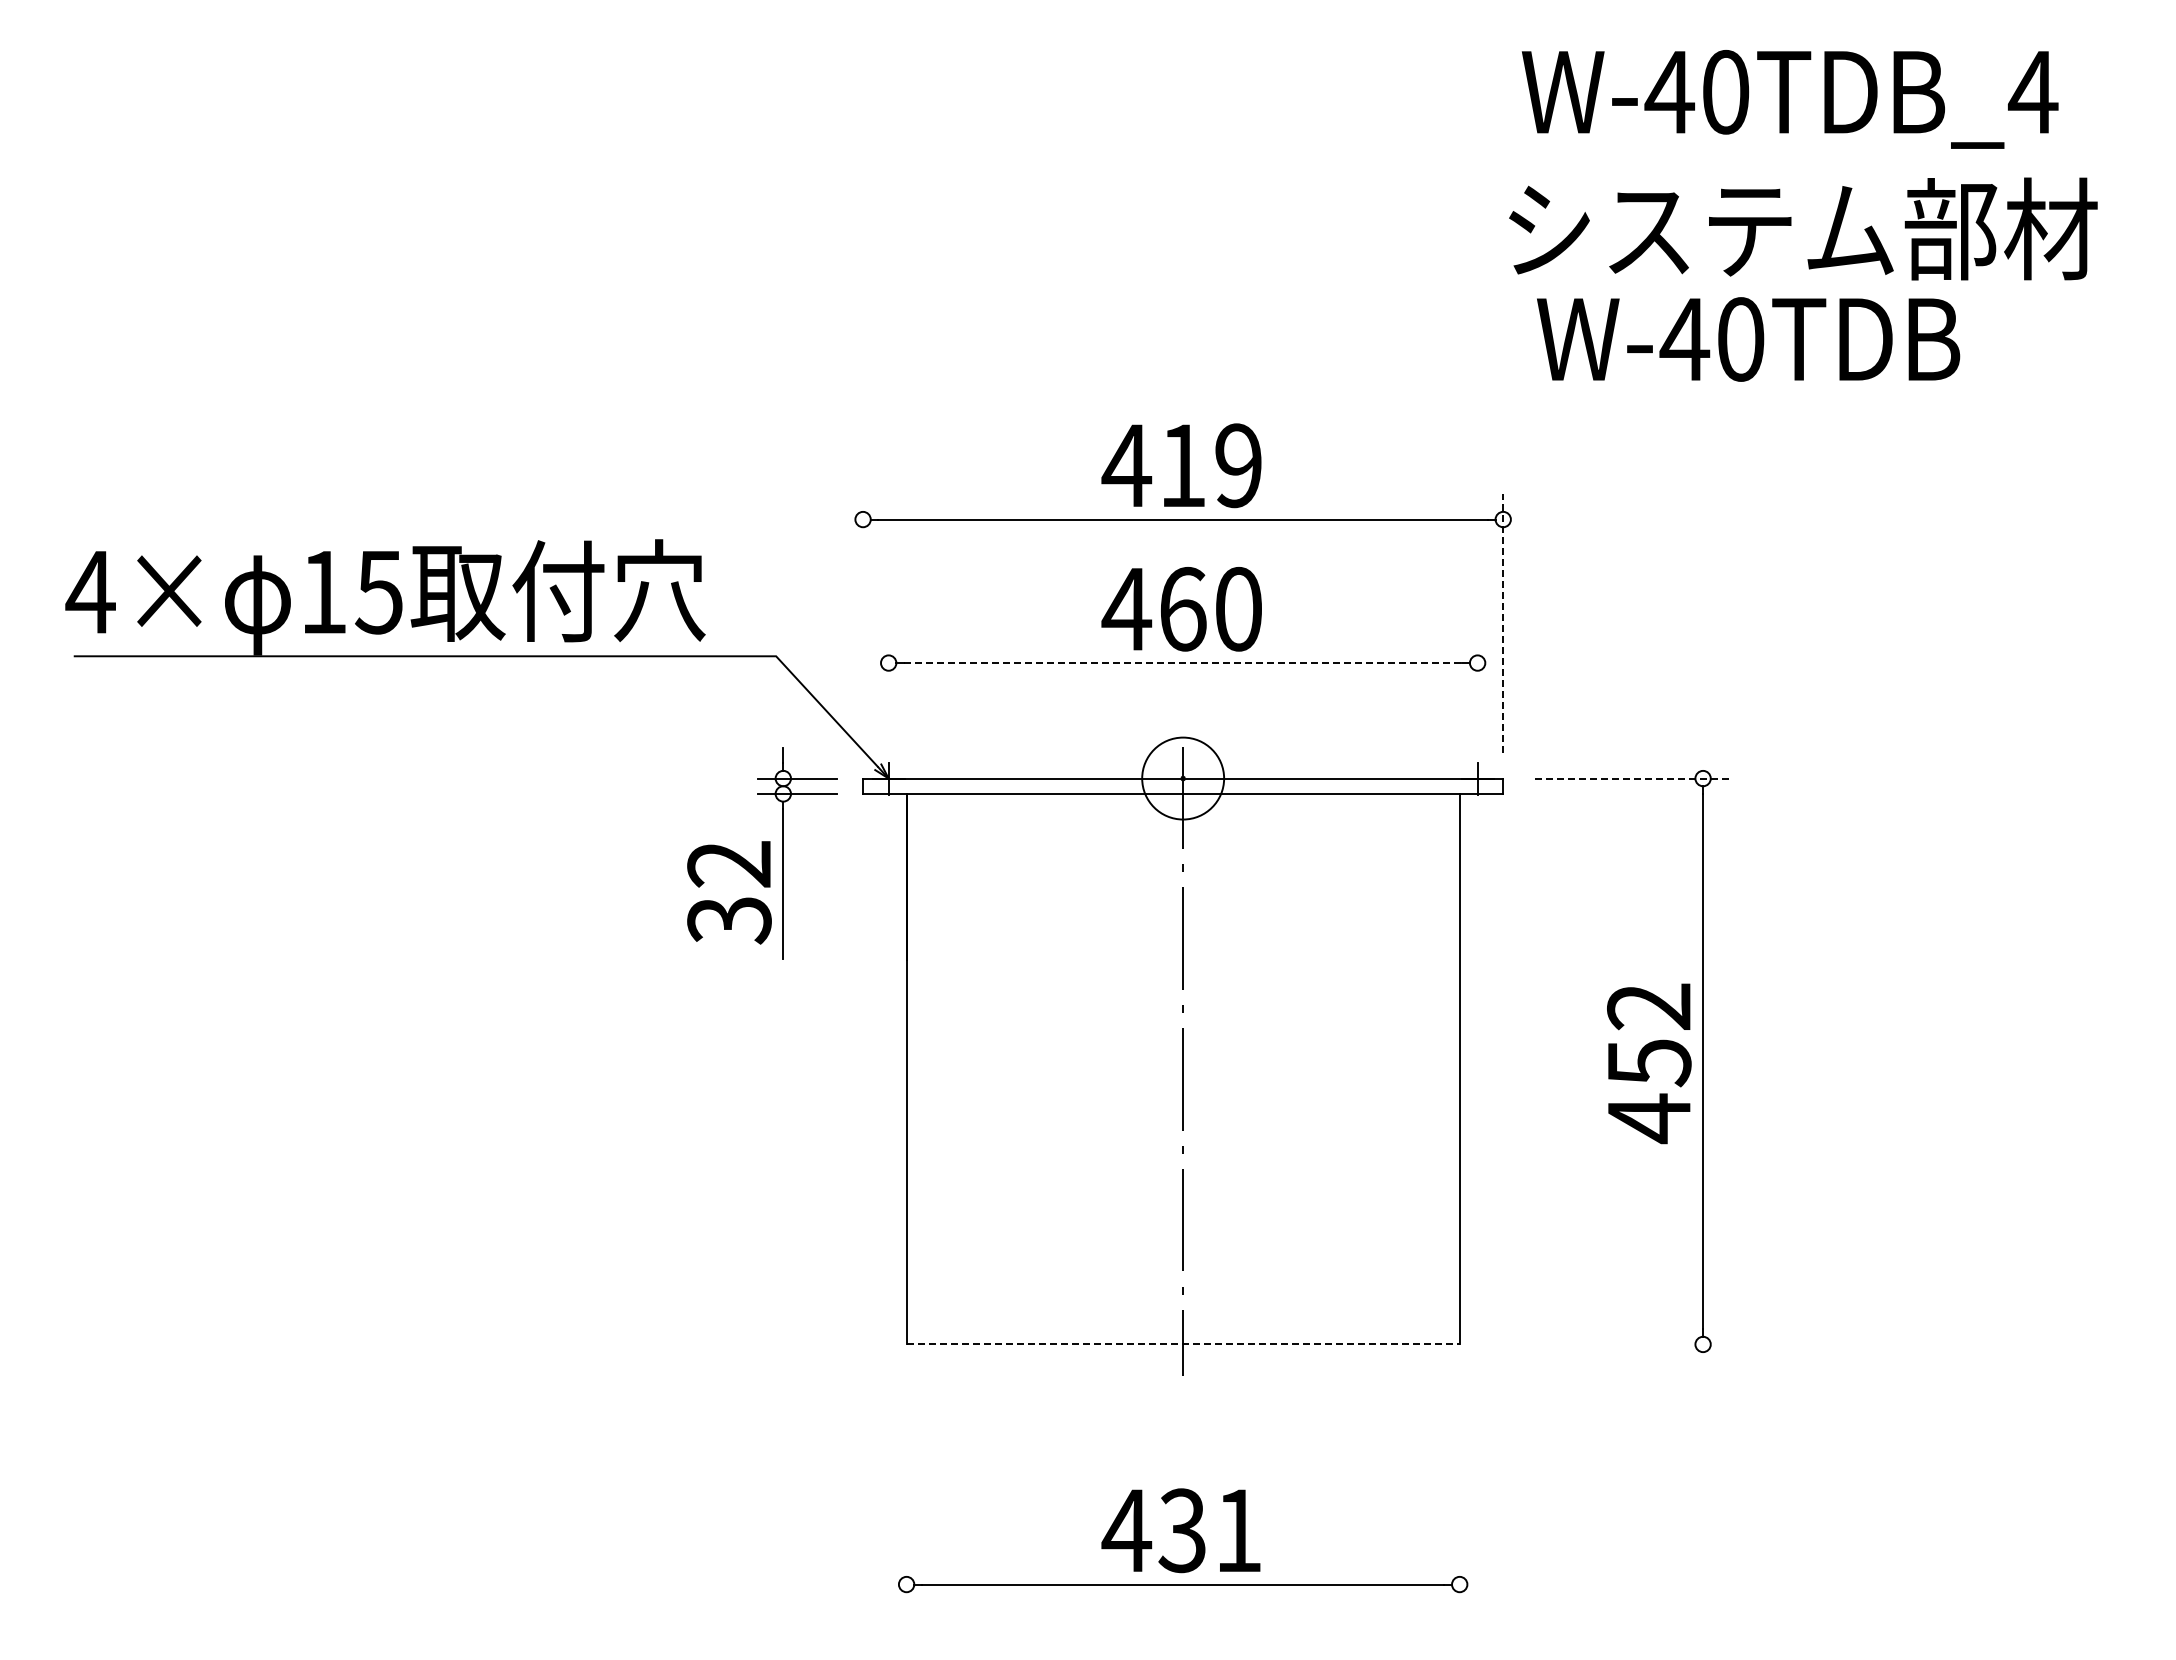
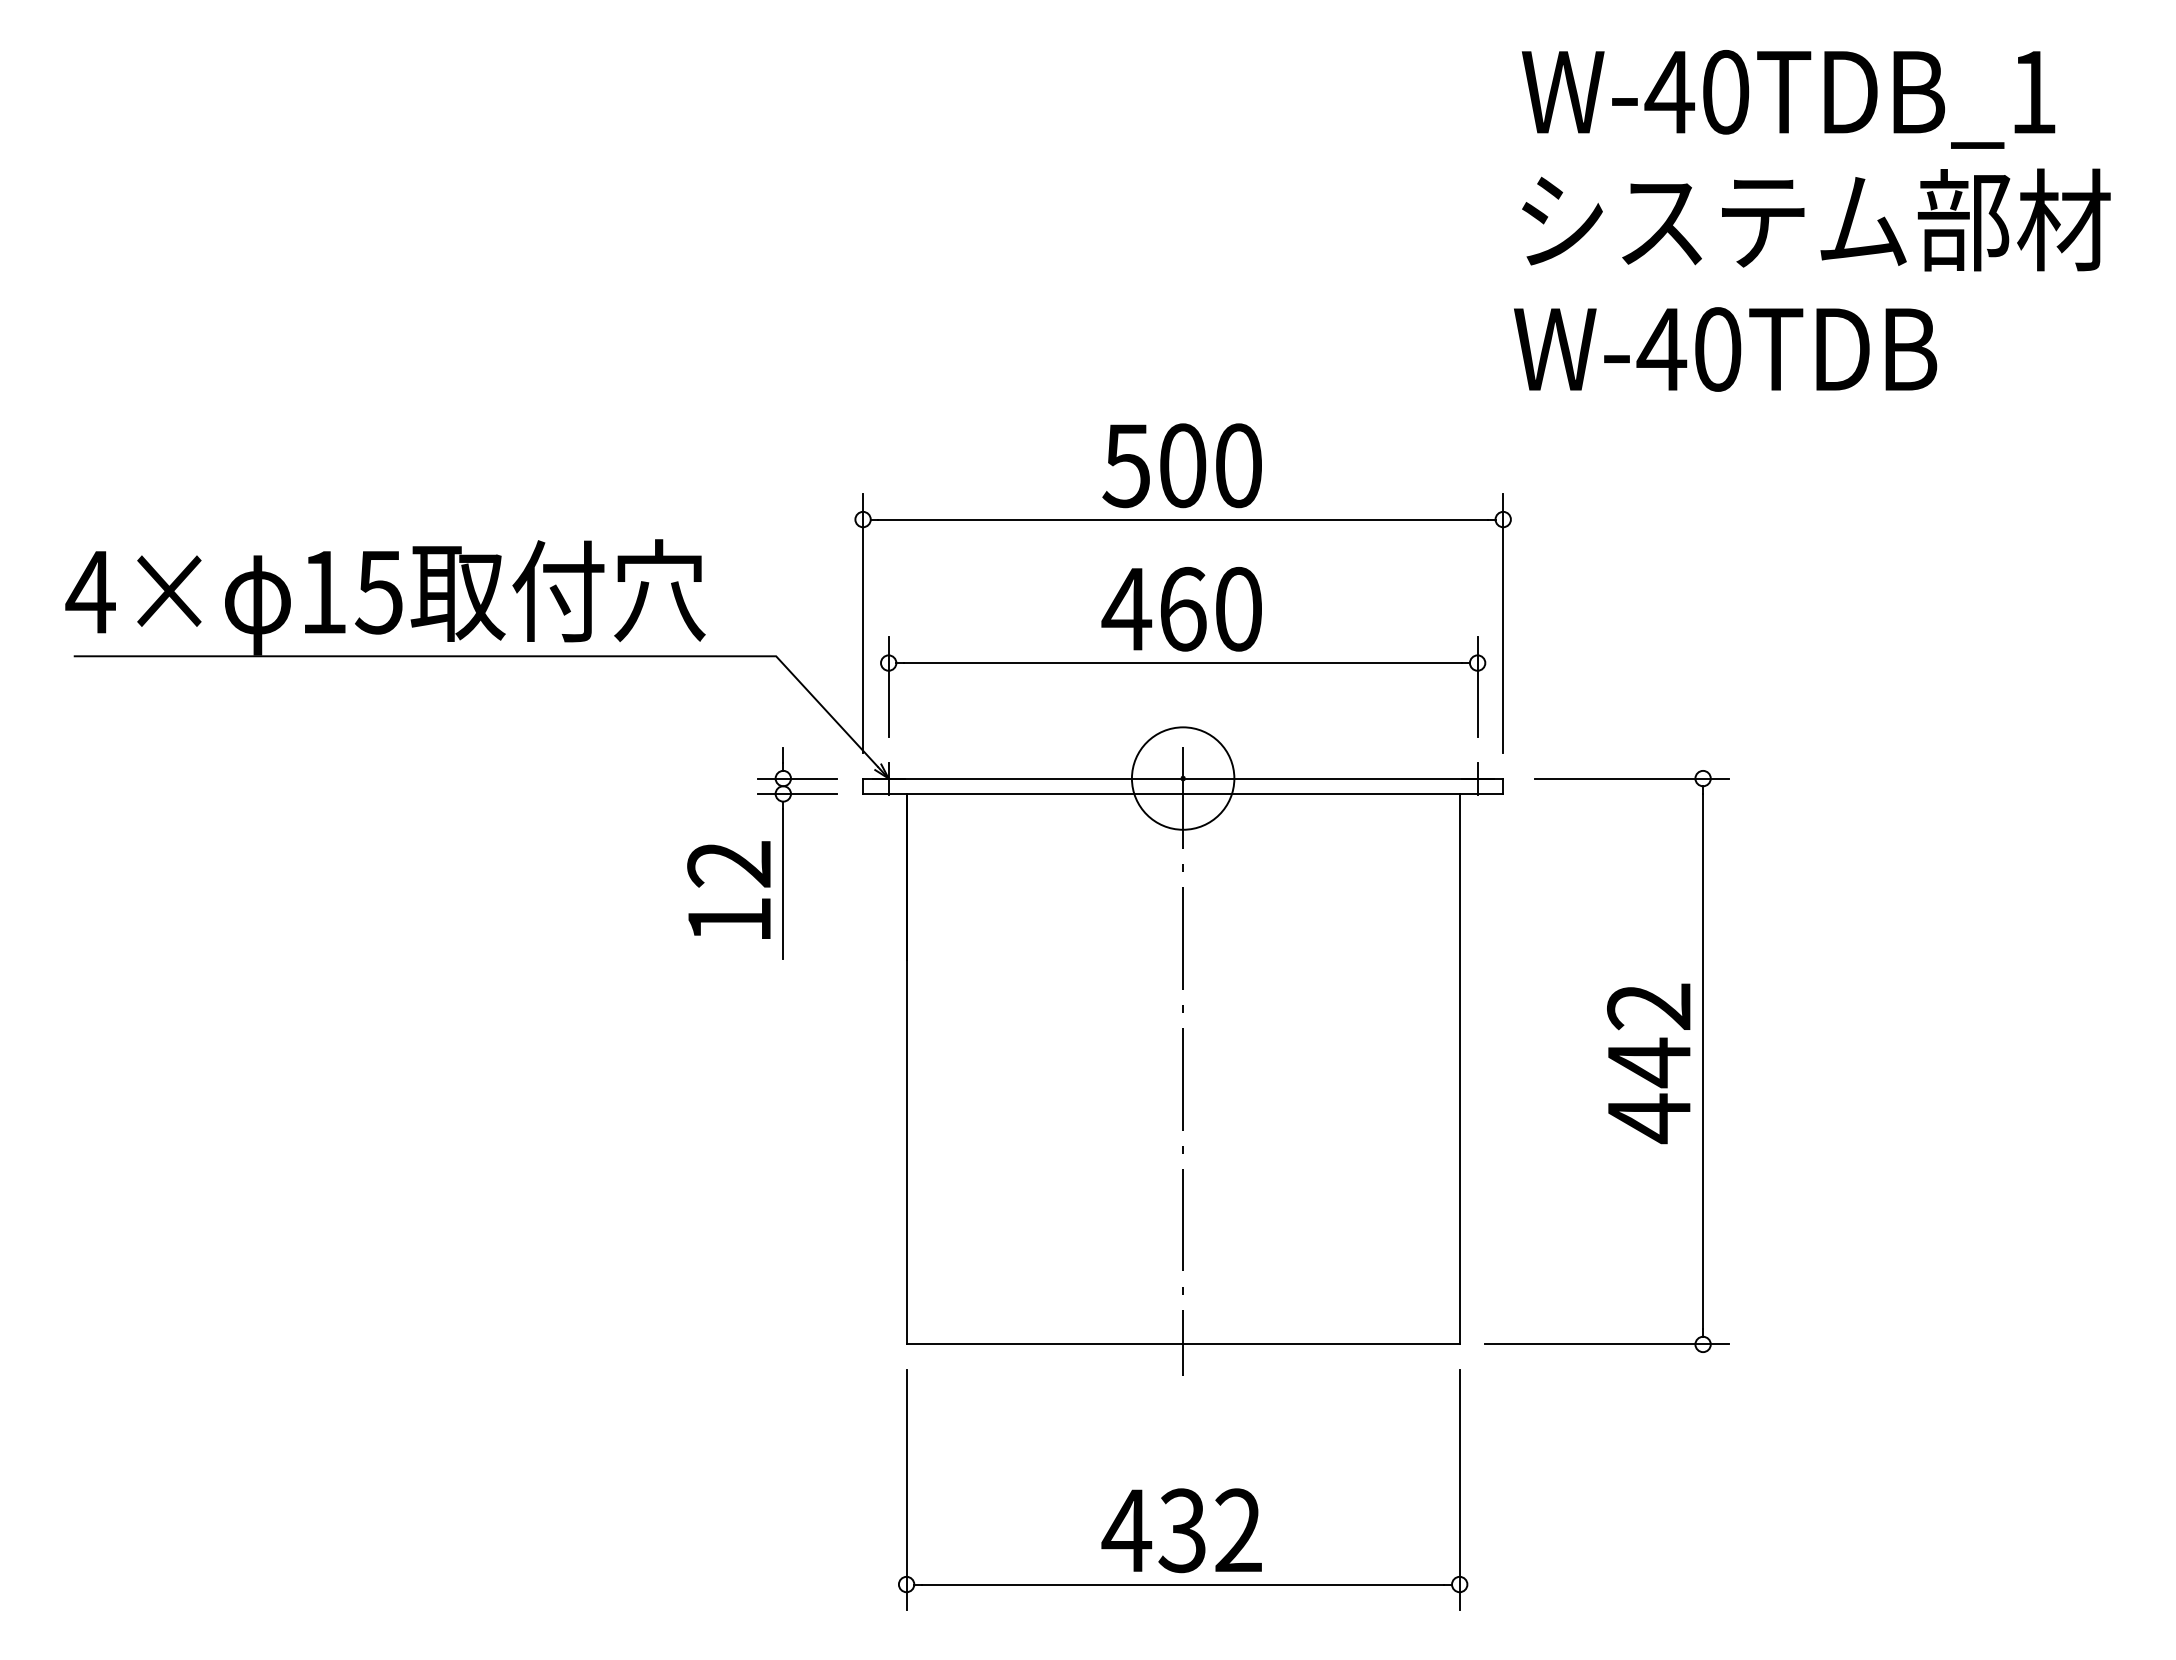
text at (2032, 92): W-40TDB_4 -> W-40TDB_1
text at (1803, 228) position: (1803, 228) -> (1816, 219)
text at (1748, 339) position: (1748, 339) -> (1725, 349)
text at (1181, 465): 419 -> 500
line at (863, 622): none -> present
line at (1503, 623): dashed -> solid
line at (1183, 663): dashed -> solid
line at (888, 686): none -> present
line at (1477, 686): none -> present
circle at (1183, 778) diameter: 82 px -> 102 px
line at (1631, 778): dashed -> solid
text at (729, 920): 32 -> 12
text at (1649, 1062): 452 -> 442
line at (1183, 1344): dashed -> solid
line at (1606, 1344): none -> present
line at (906, 1490): none -> present
line at (1459, 1490): none -> present
text at (1238, 1529): 431 -> 432
